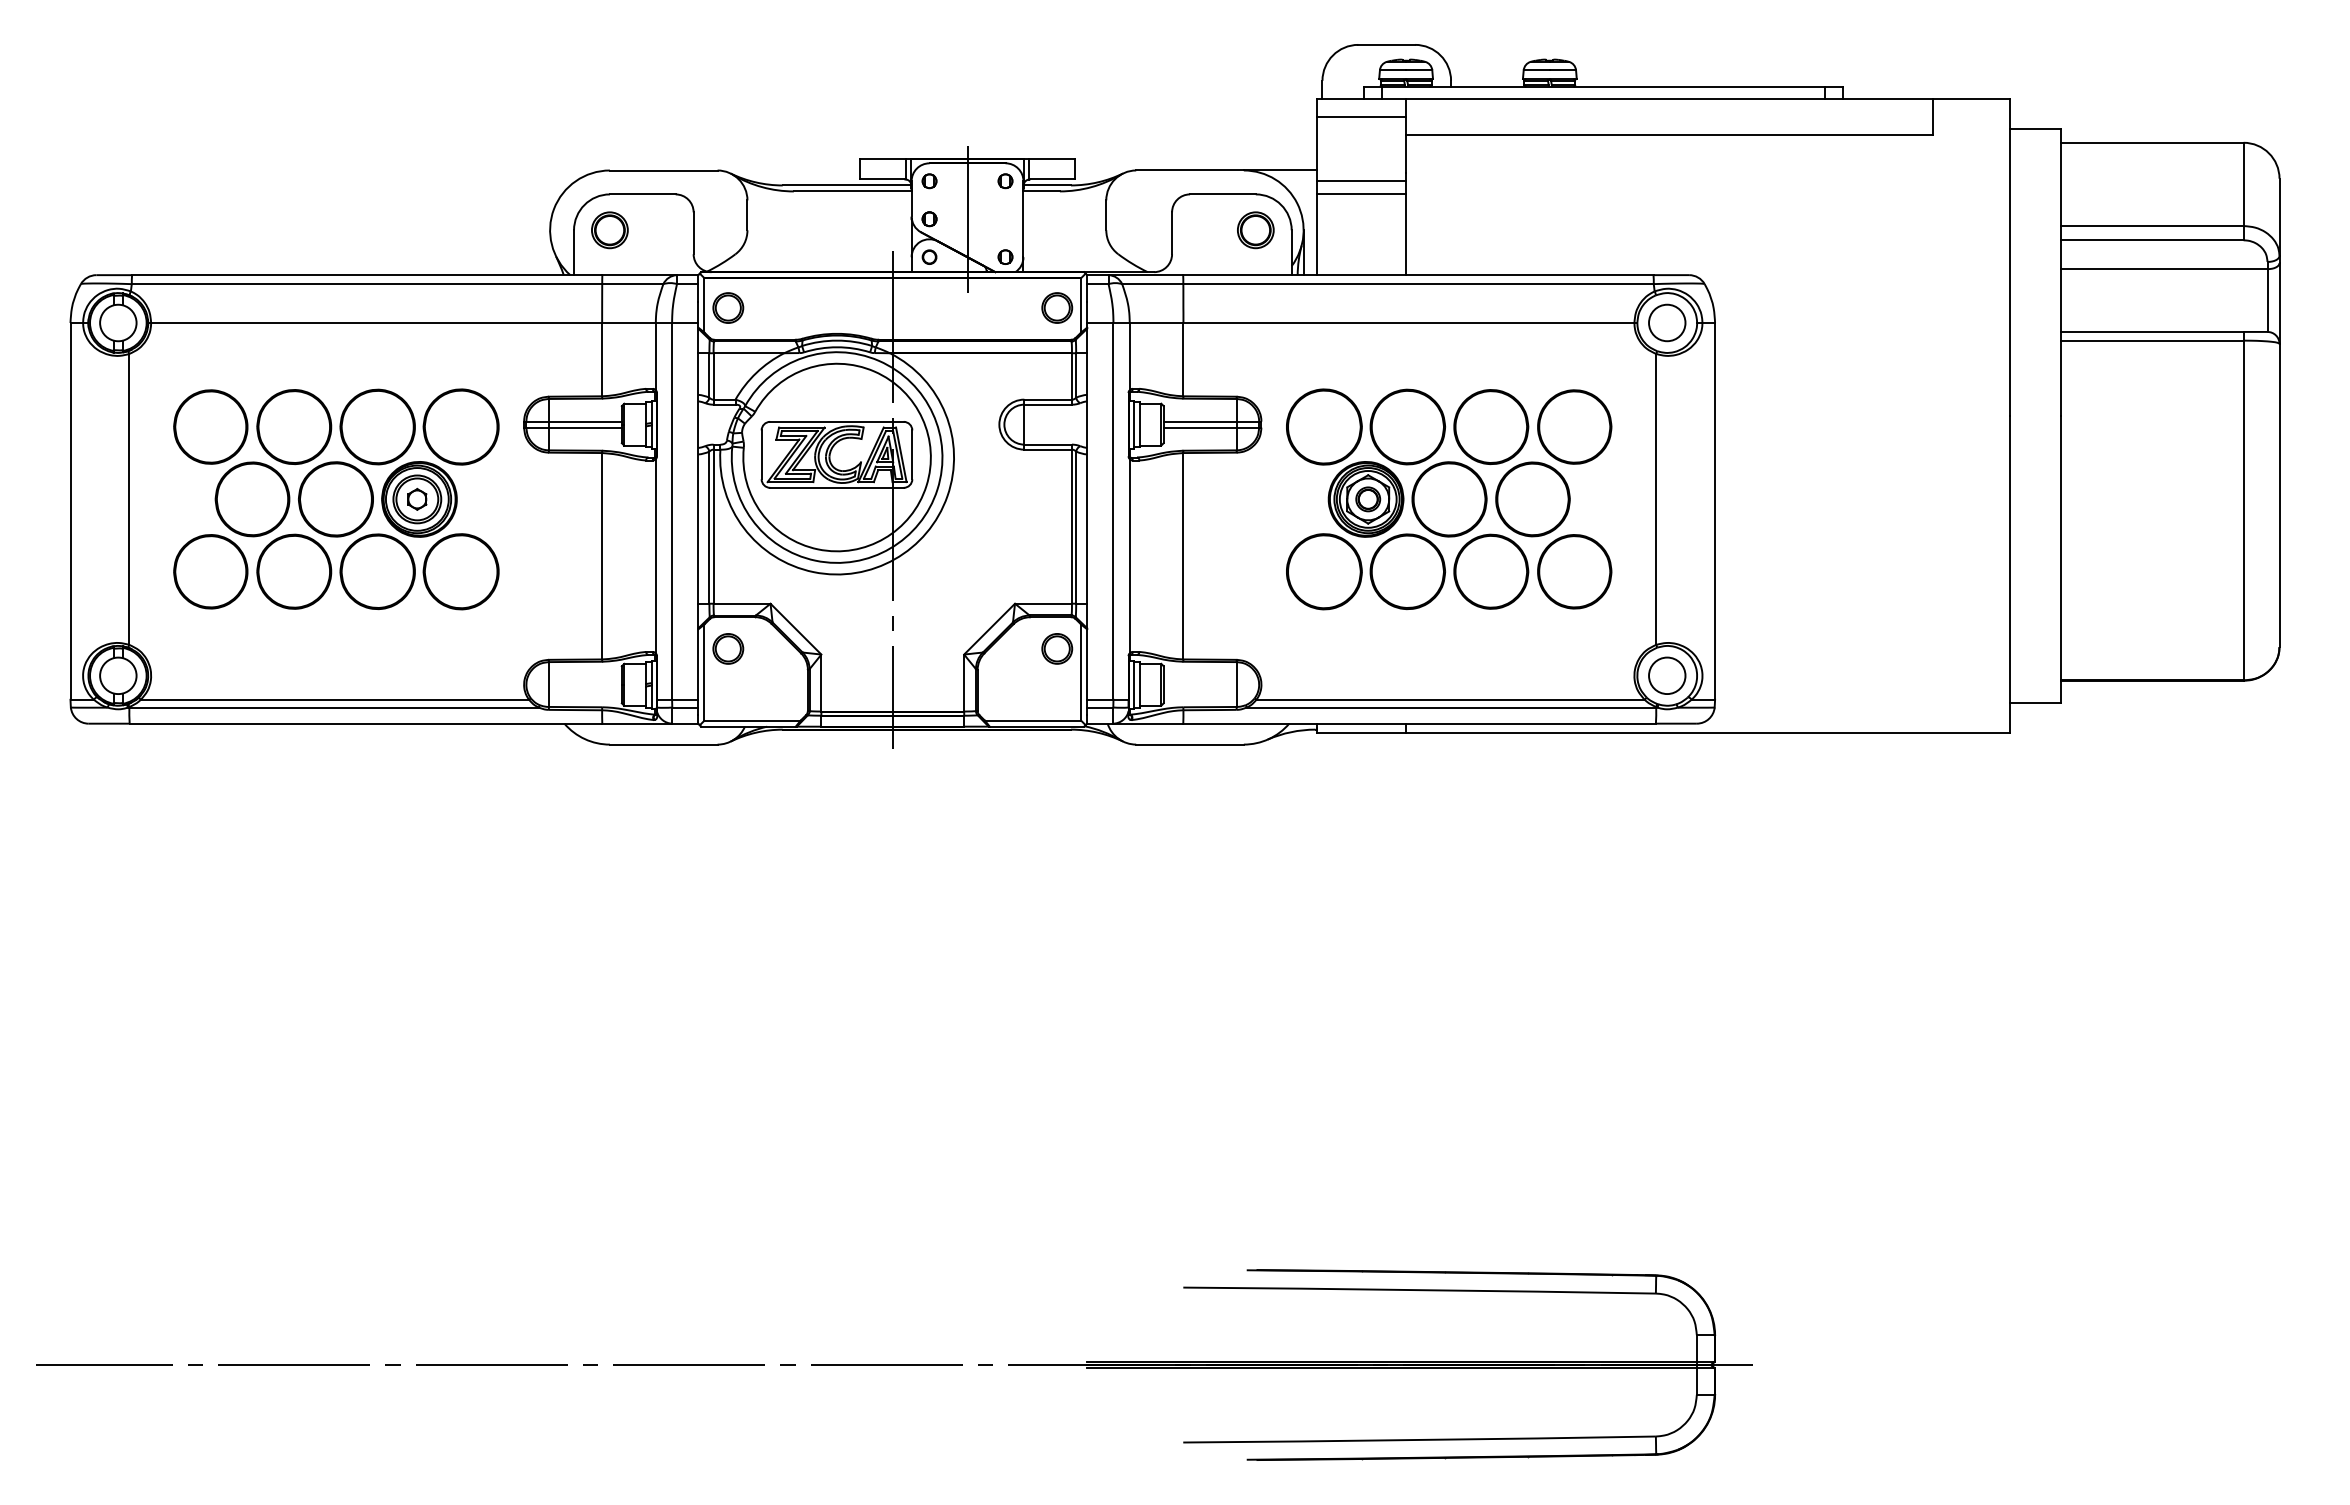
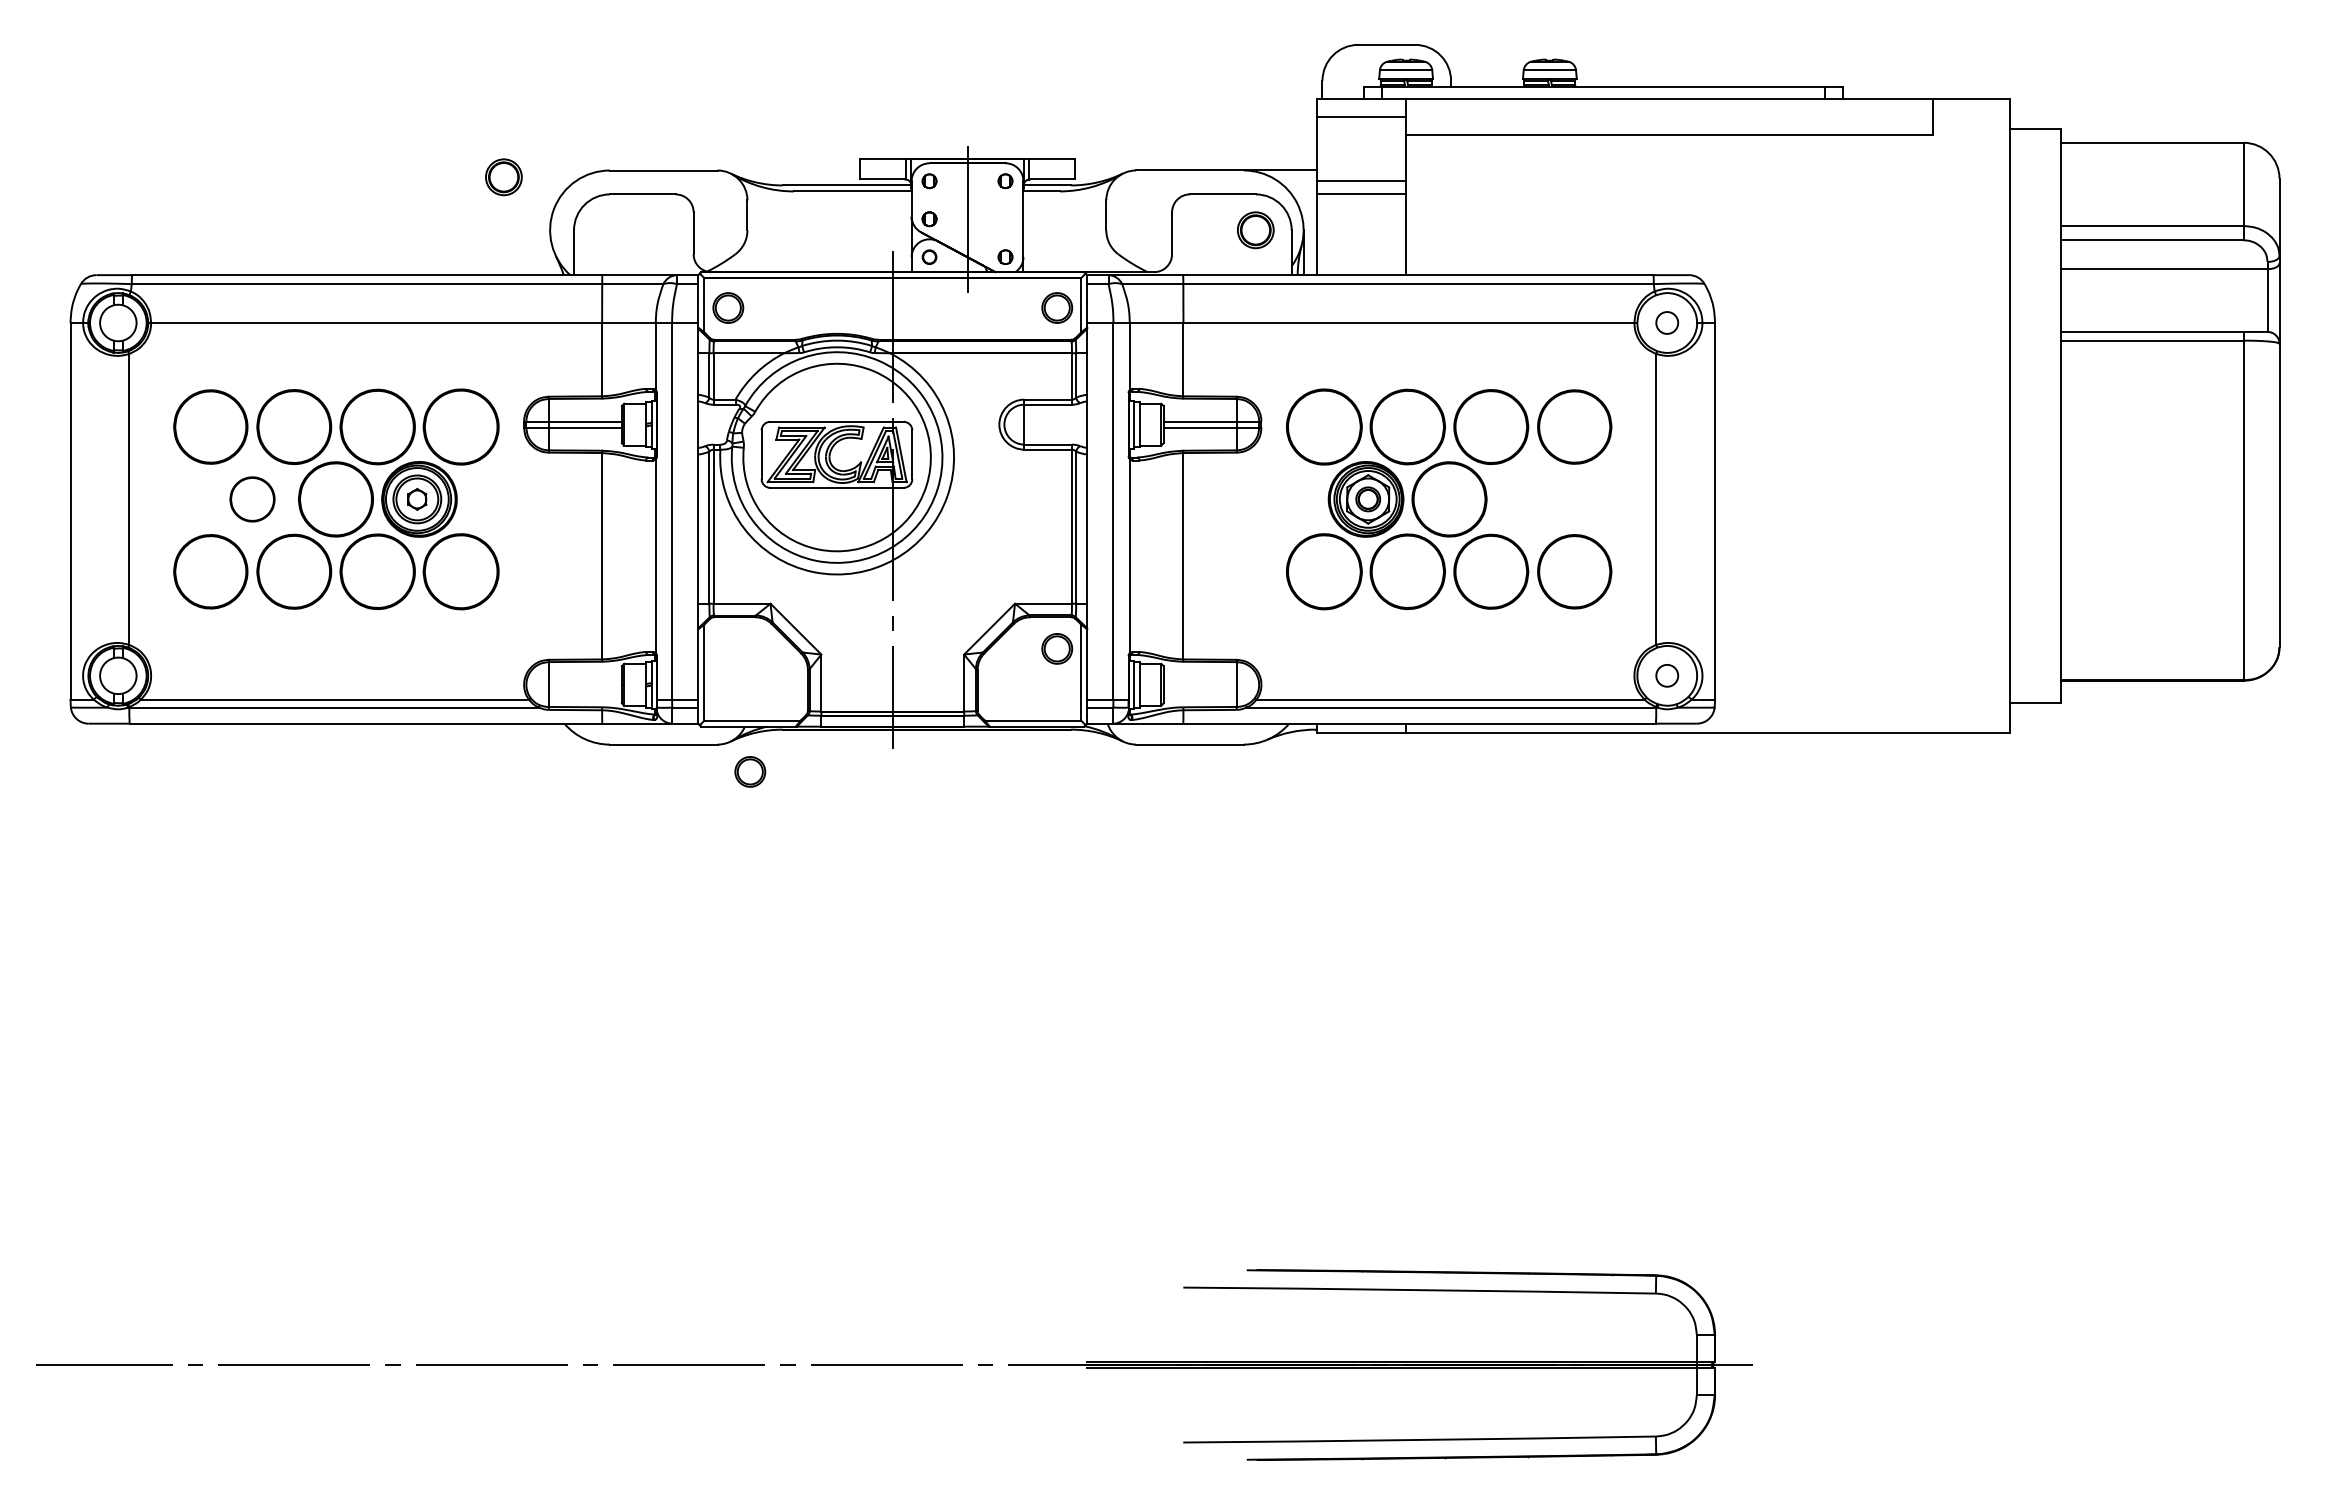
part at (609, 230) position: (609, 230) -> (503, 177)
circle at (1667, 322) diameter: 36 px -> 22 px
part at (252, 499) size: 77x77 px -> 47x47 px
part at (1532, 499): present -> none
part at (728, 648) position: (728, 648) -> (750, 771)
circle at (1667, 675) diameter: 36 px -> 22 px
